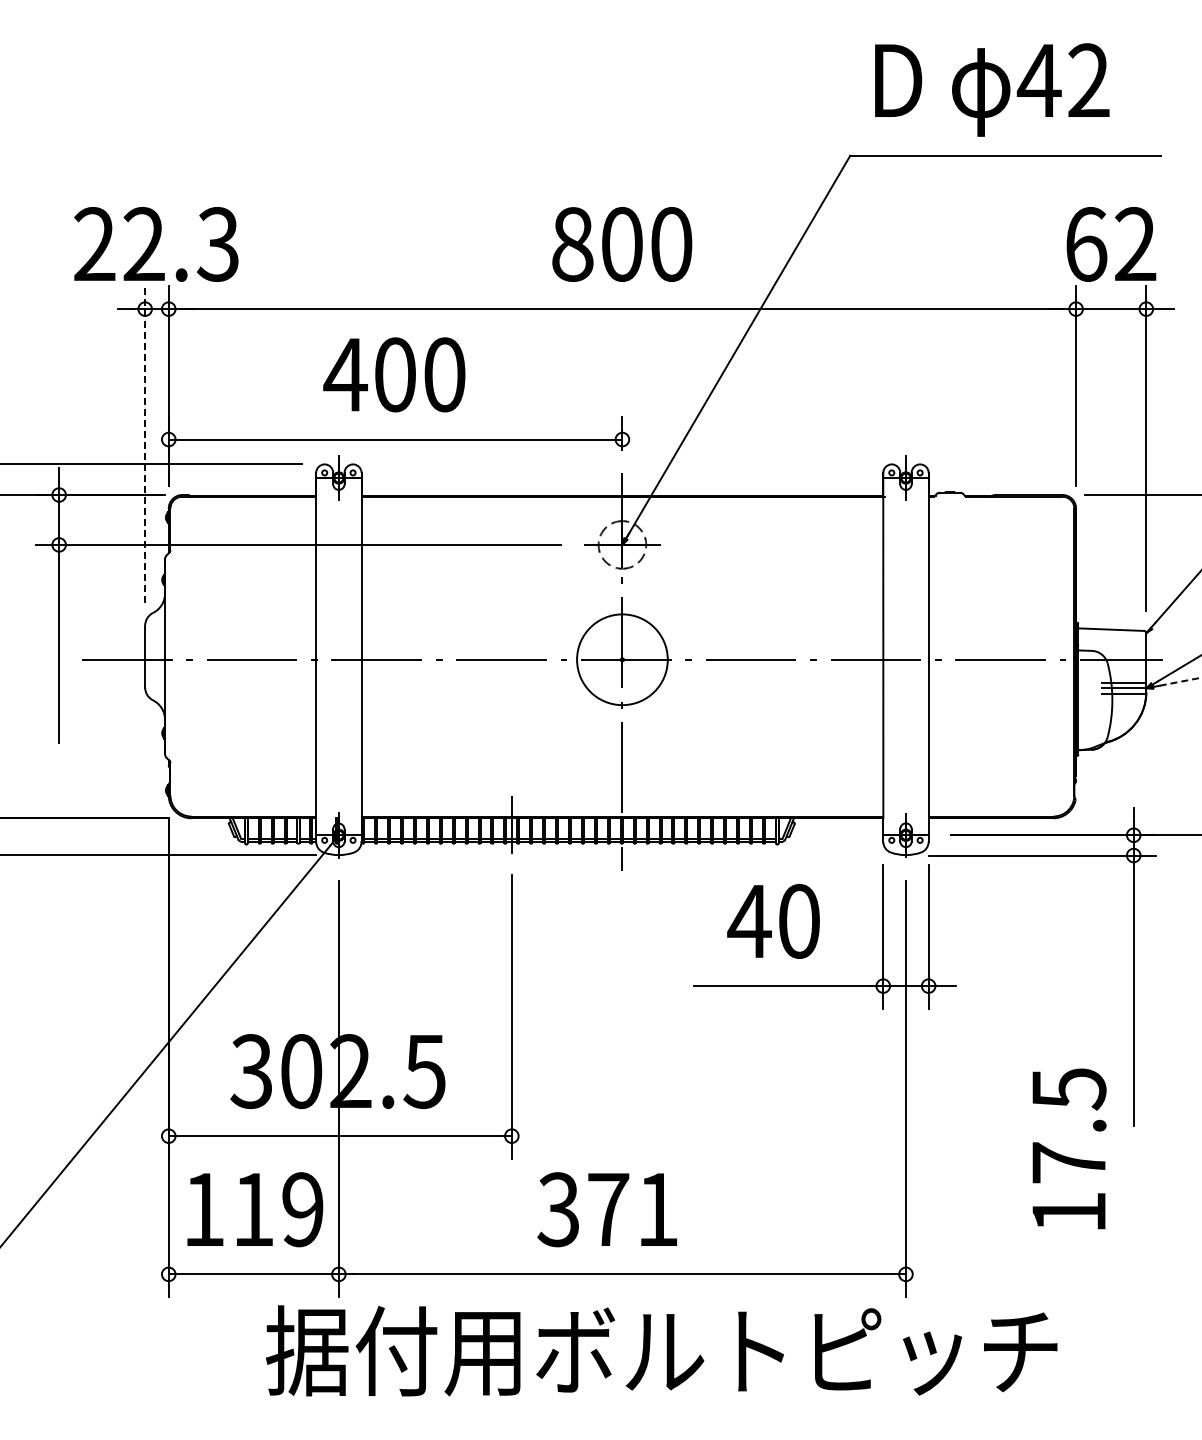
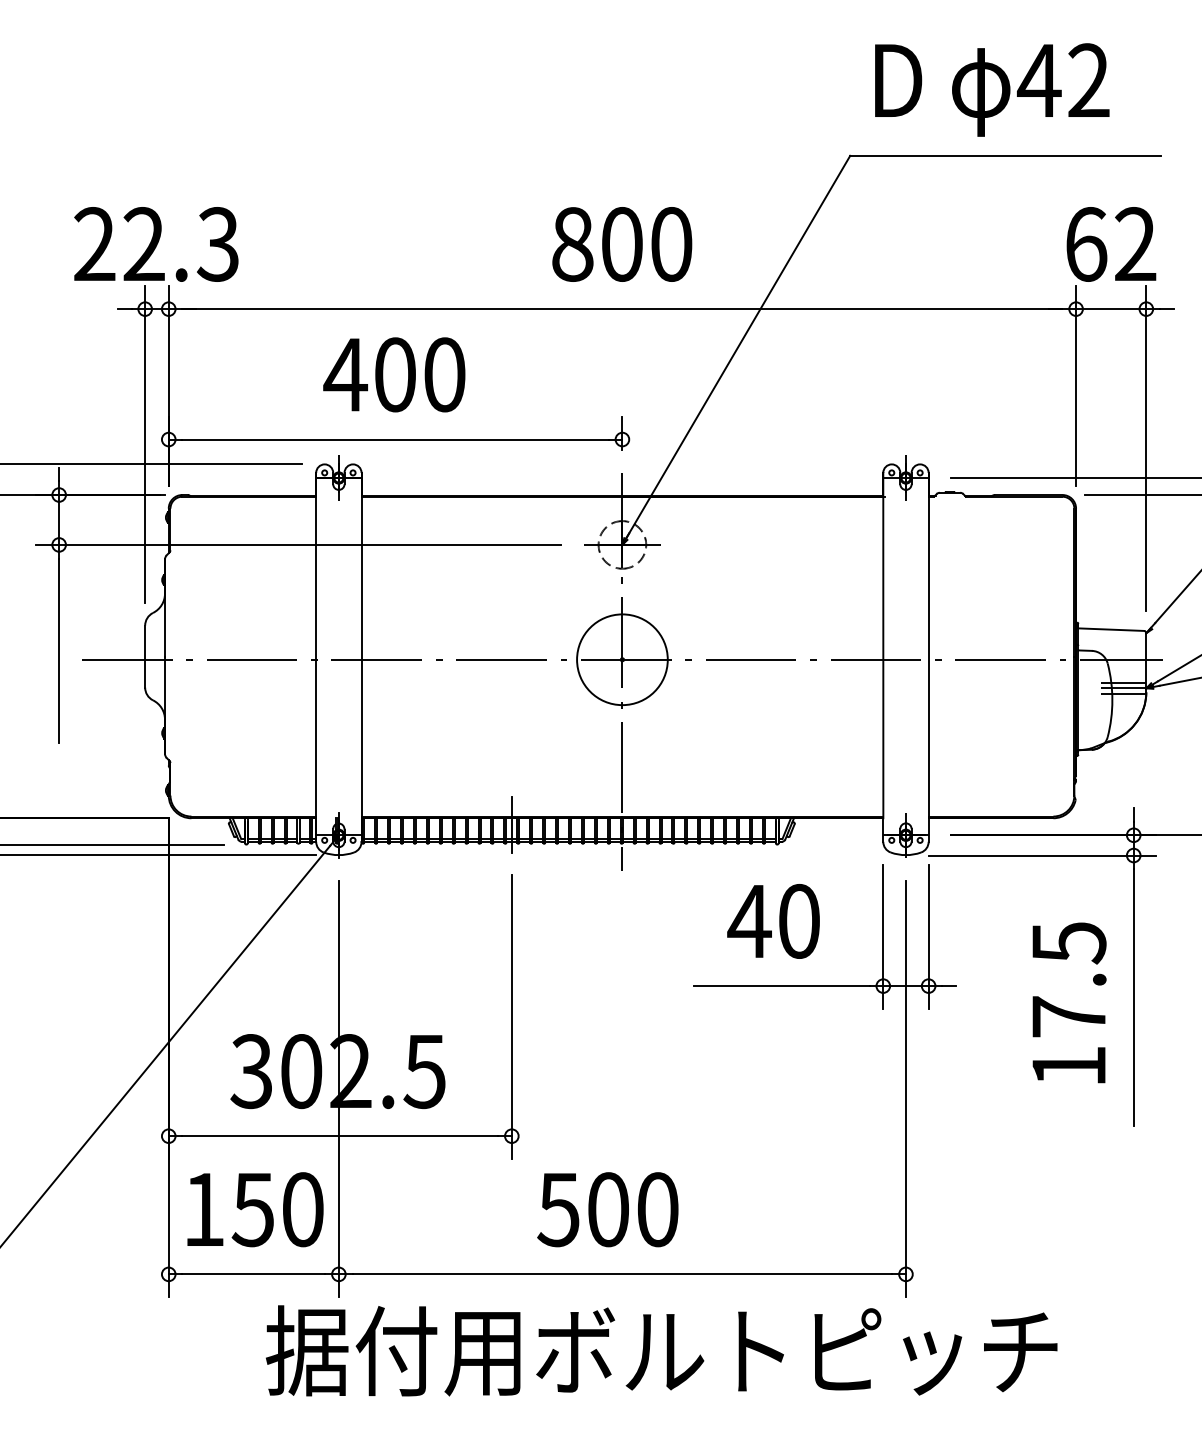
line at (145, 444): dashed -> solid
line at (1074, 478): none -> present
line at (1181, 681): dashed -> solid
line at (112, 844): none -> present
text at (1069, 1148) position: (1069, 1148) -> (1069, 1002)
text at (277, 1209): 119 -> 150
text at (607, 1209): 371 -> 500
